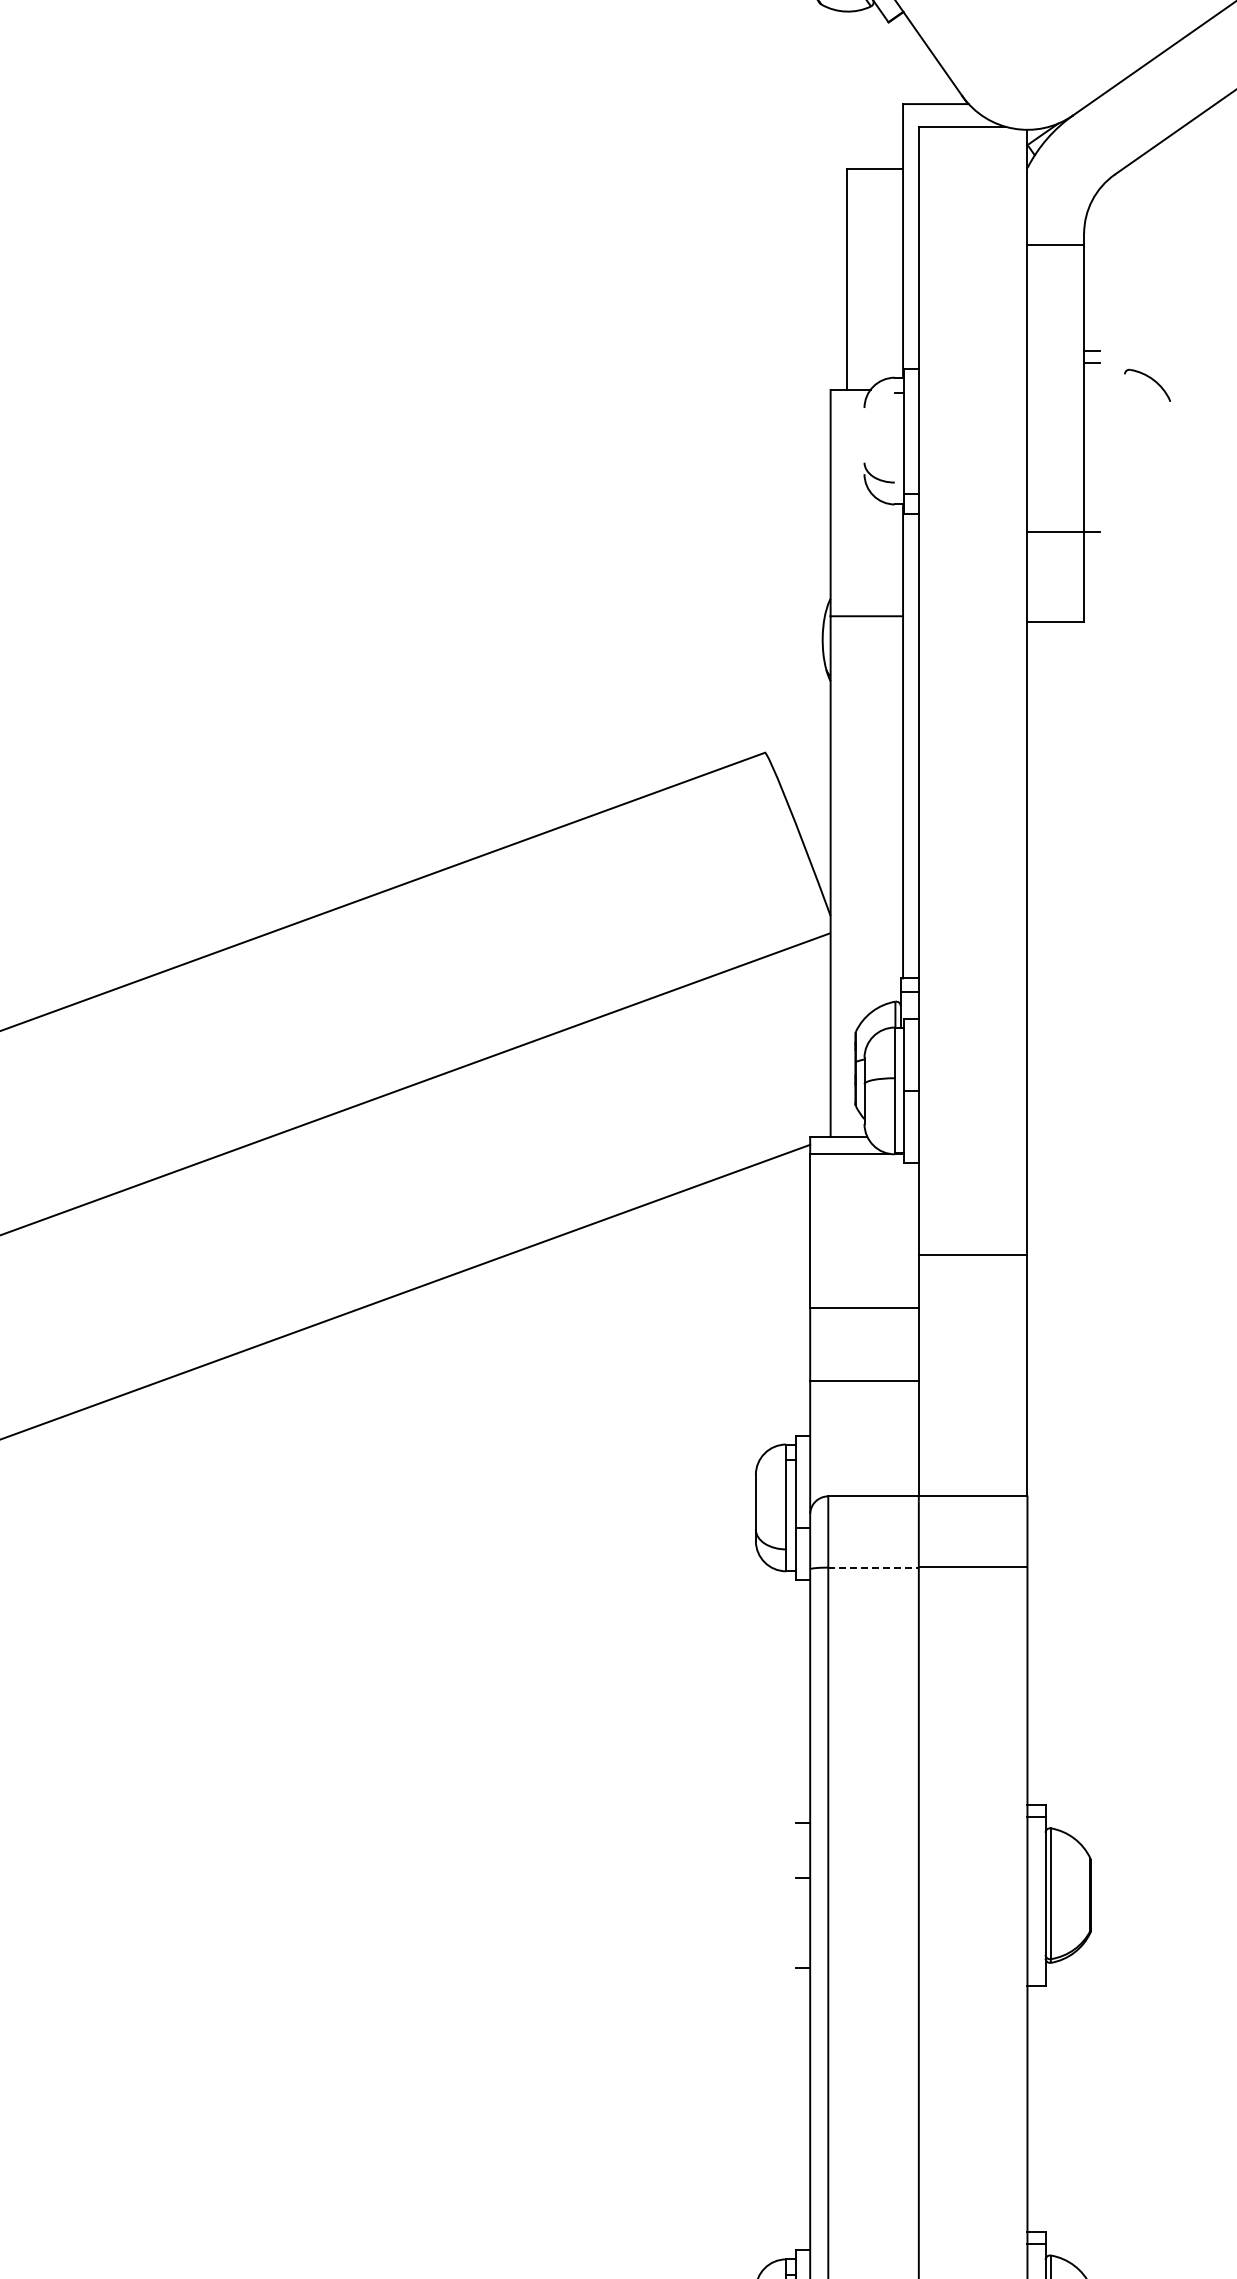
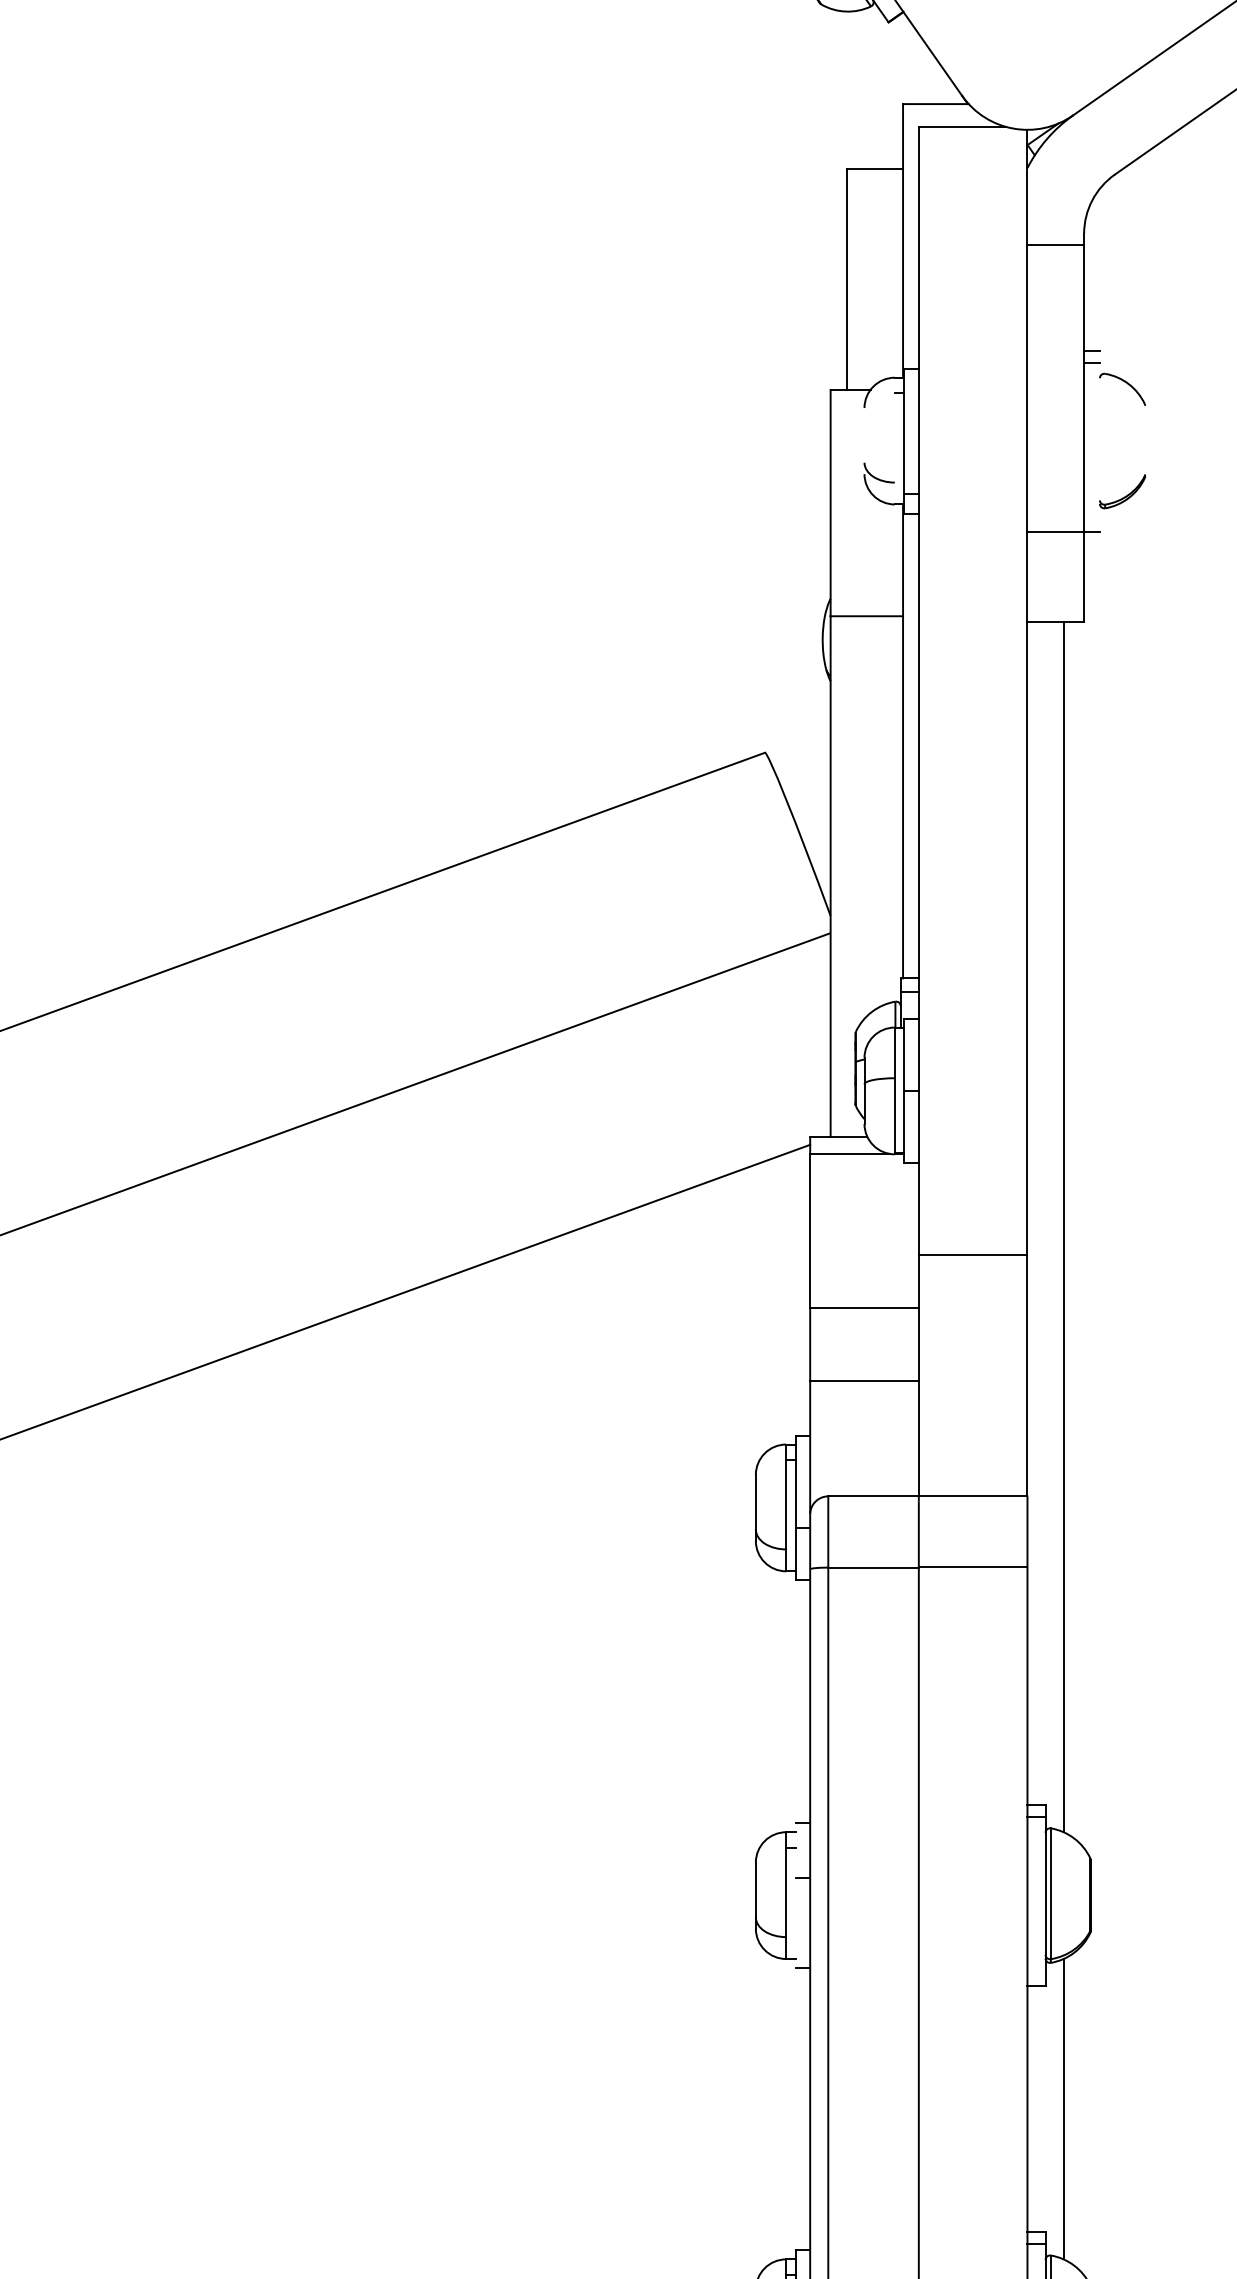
part at (1149, 378) position: (1149, 378) -> (1124, 382)
part at (1122, 491): none -> present
line at (1063, 1227): none -> present
line at (874, 1567): dashed -> solid
part at (775, 1895): none -> present
line at (1063, 2109): none -> present
